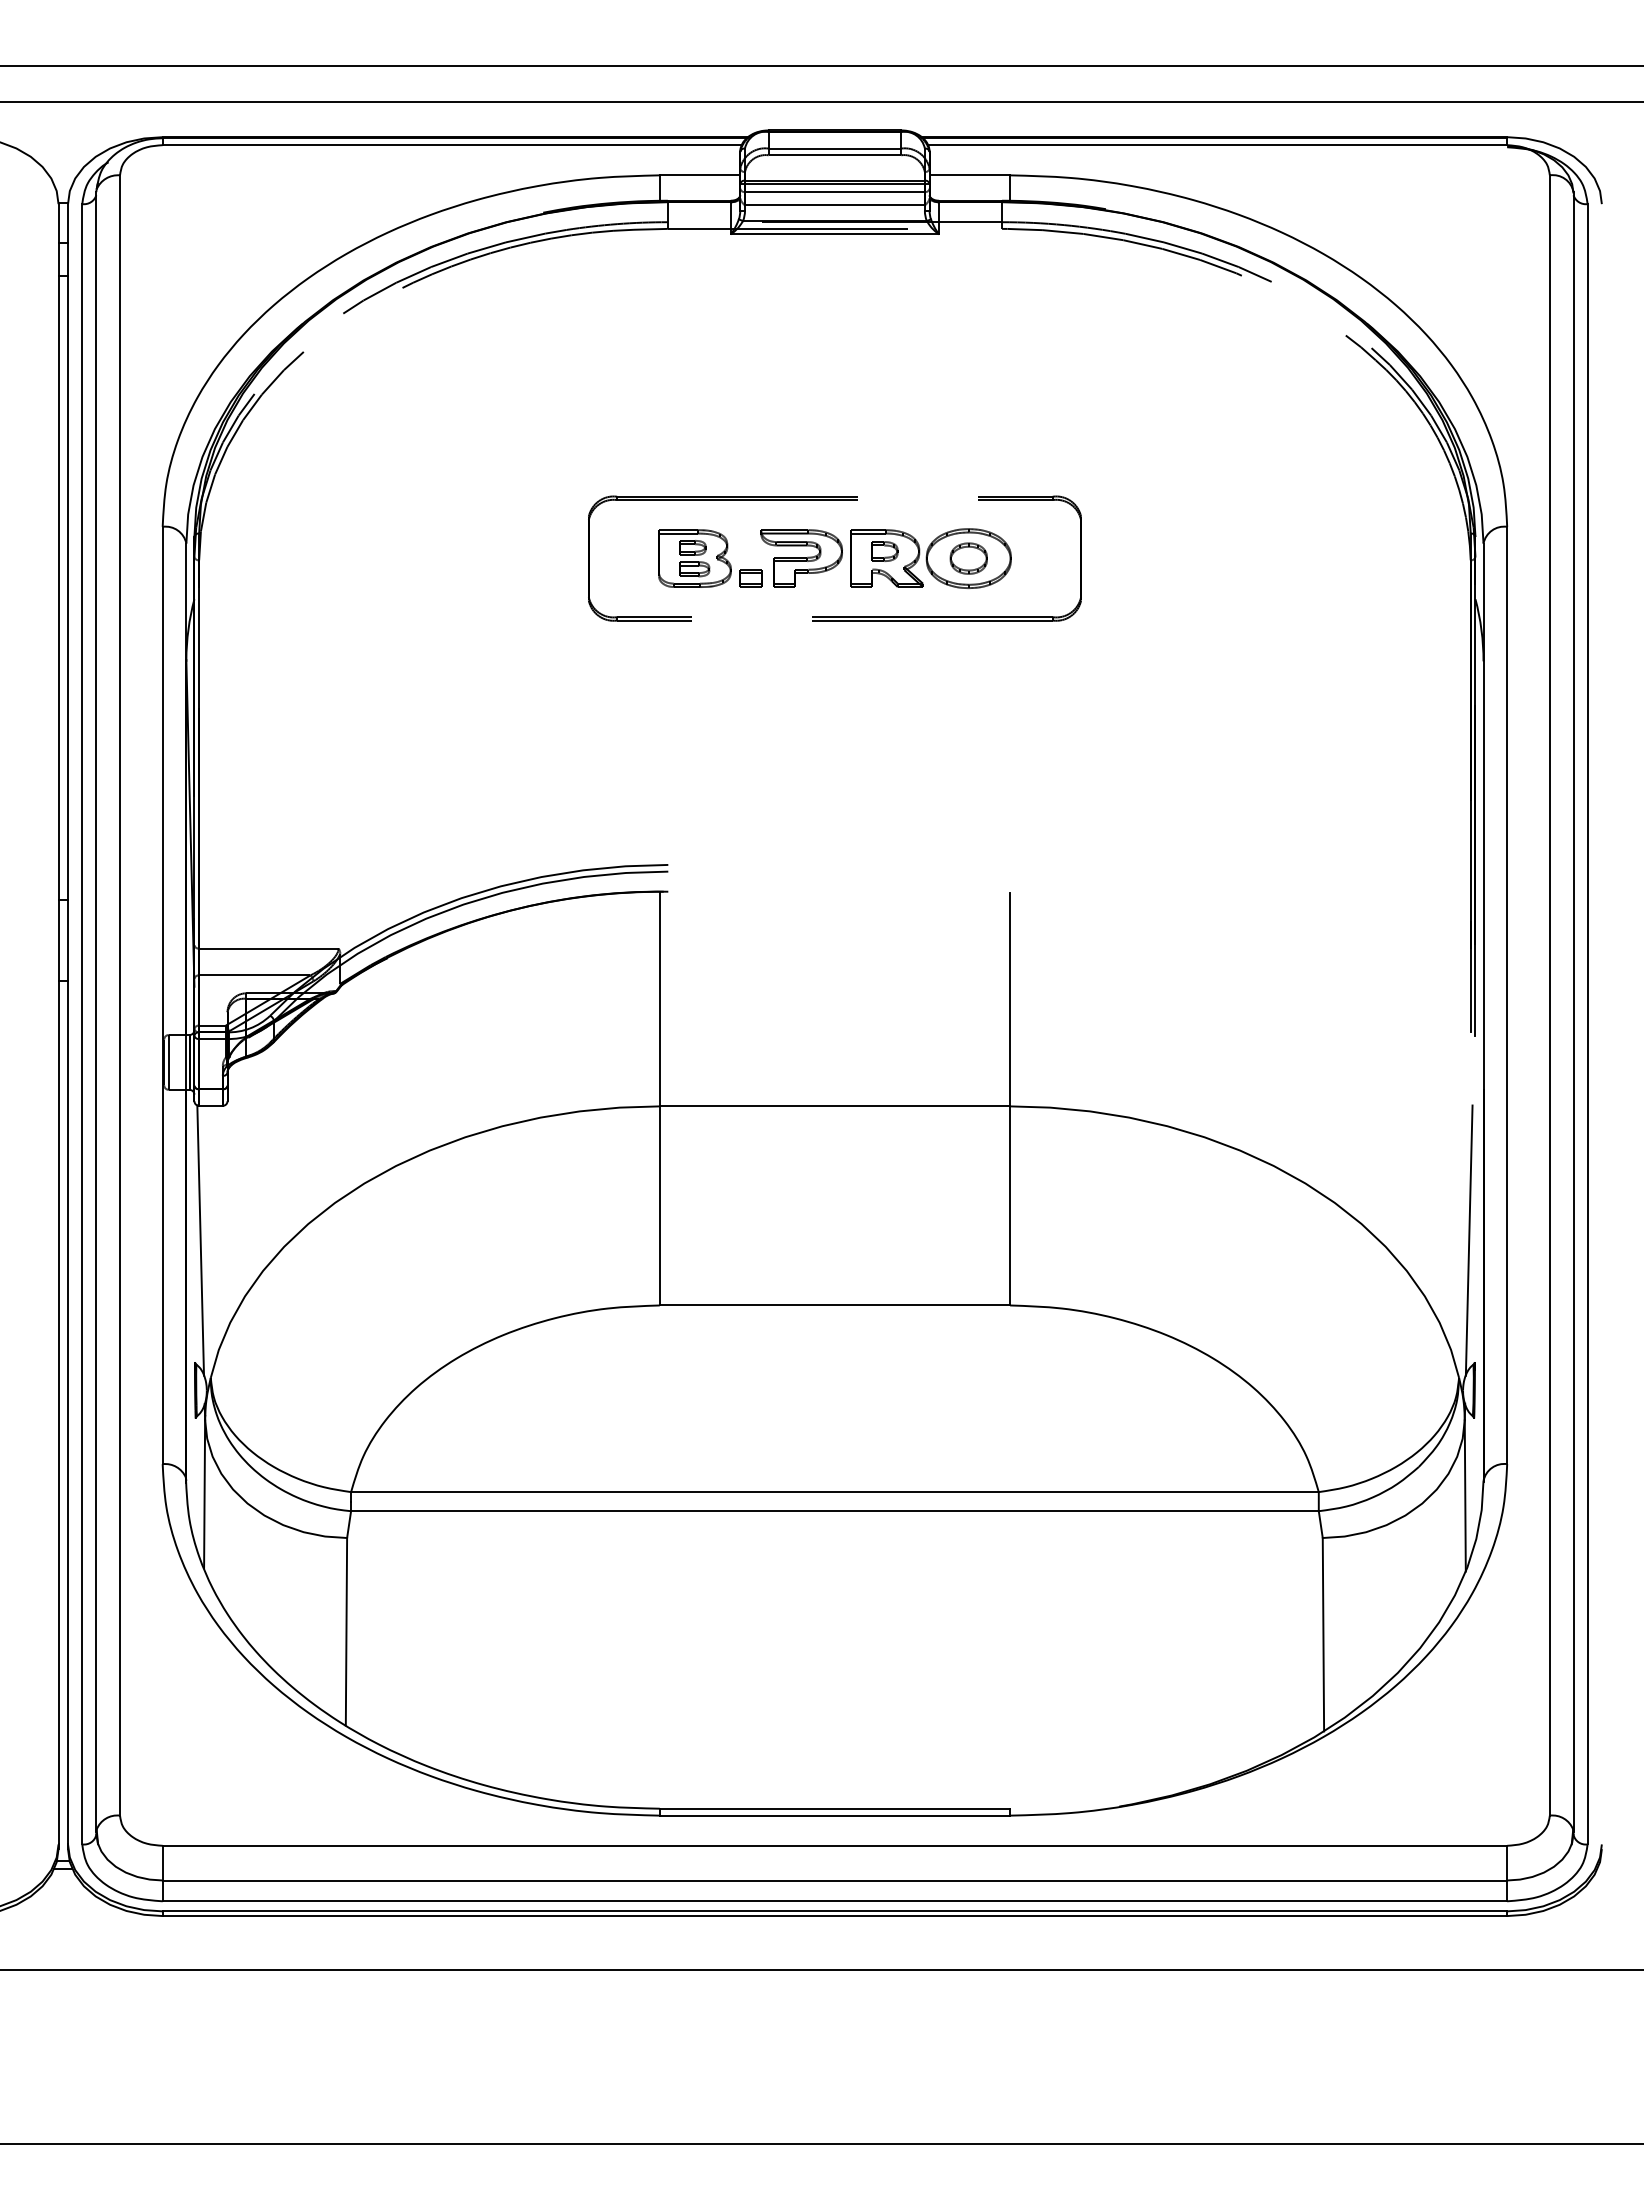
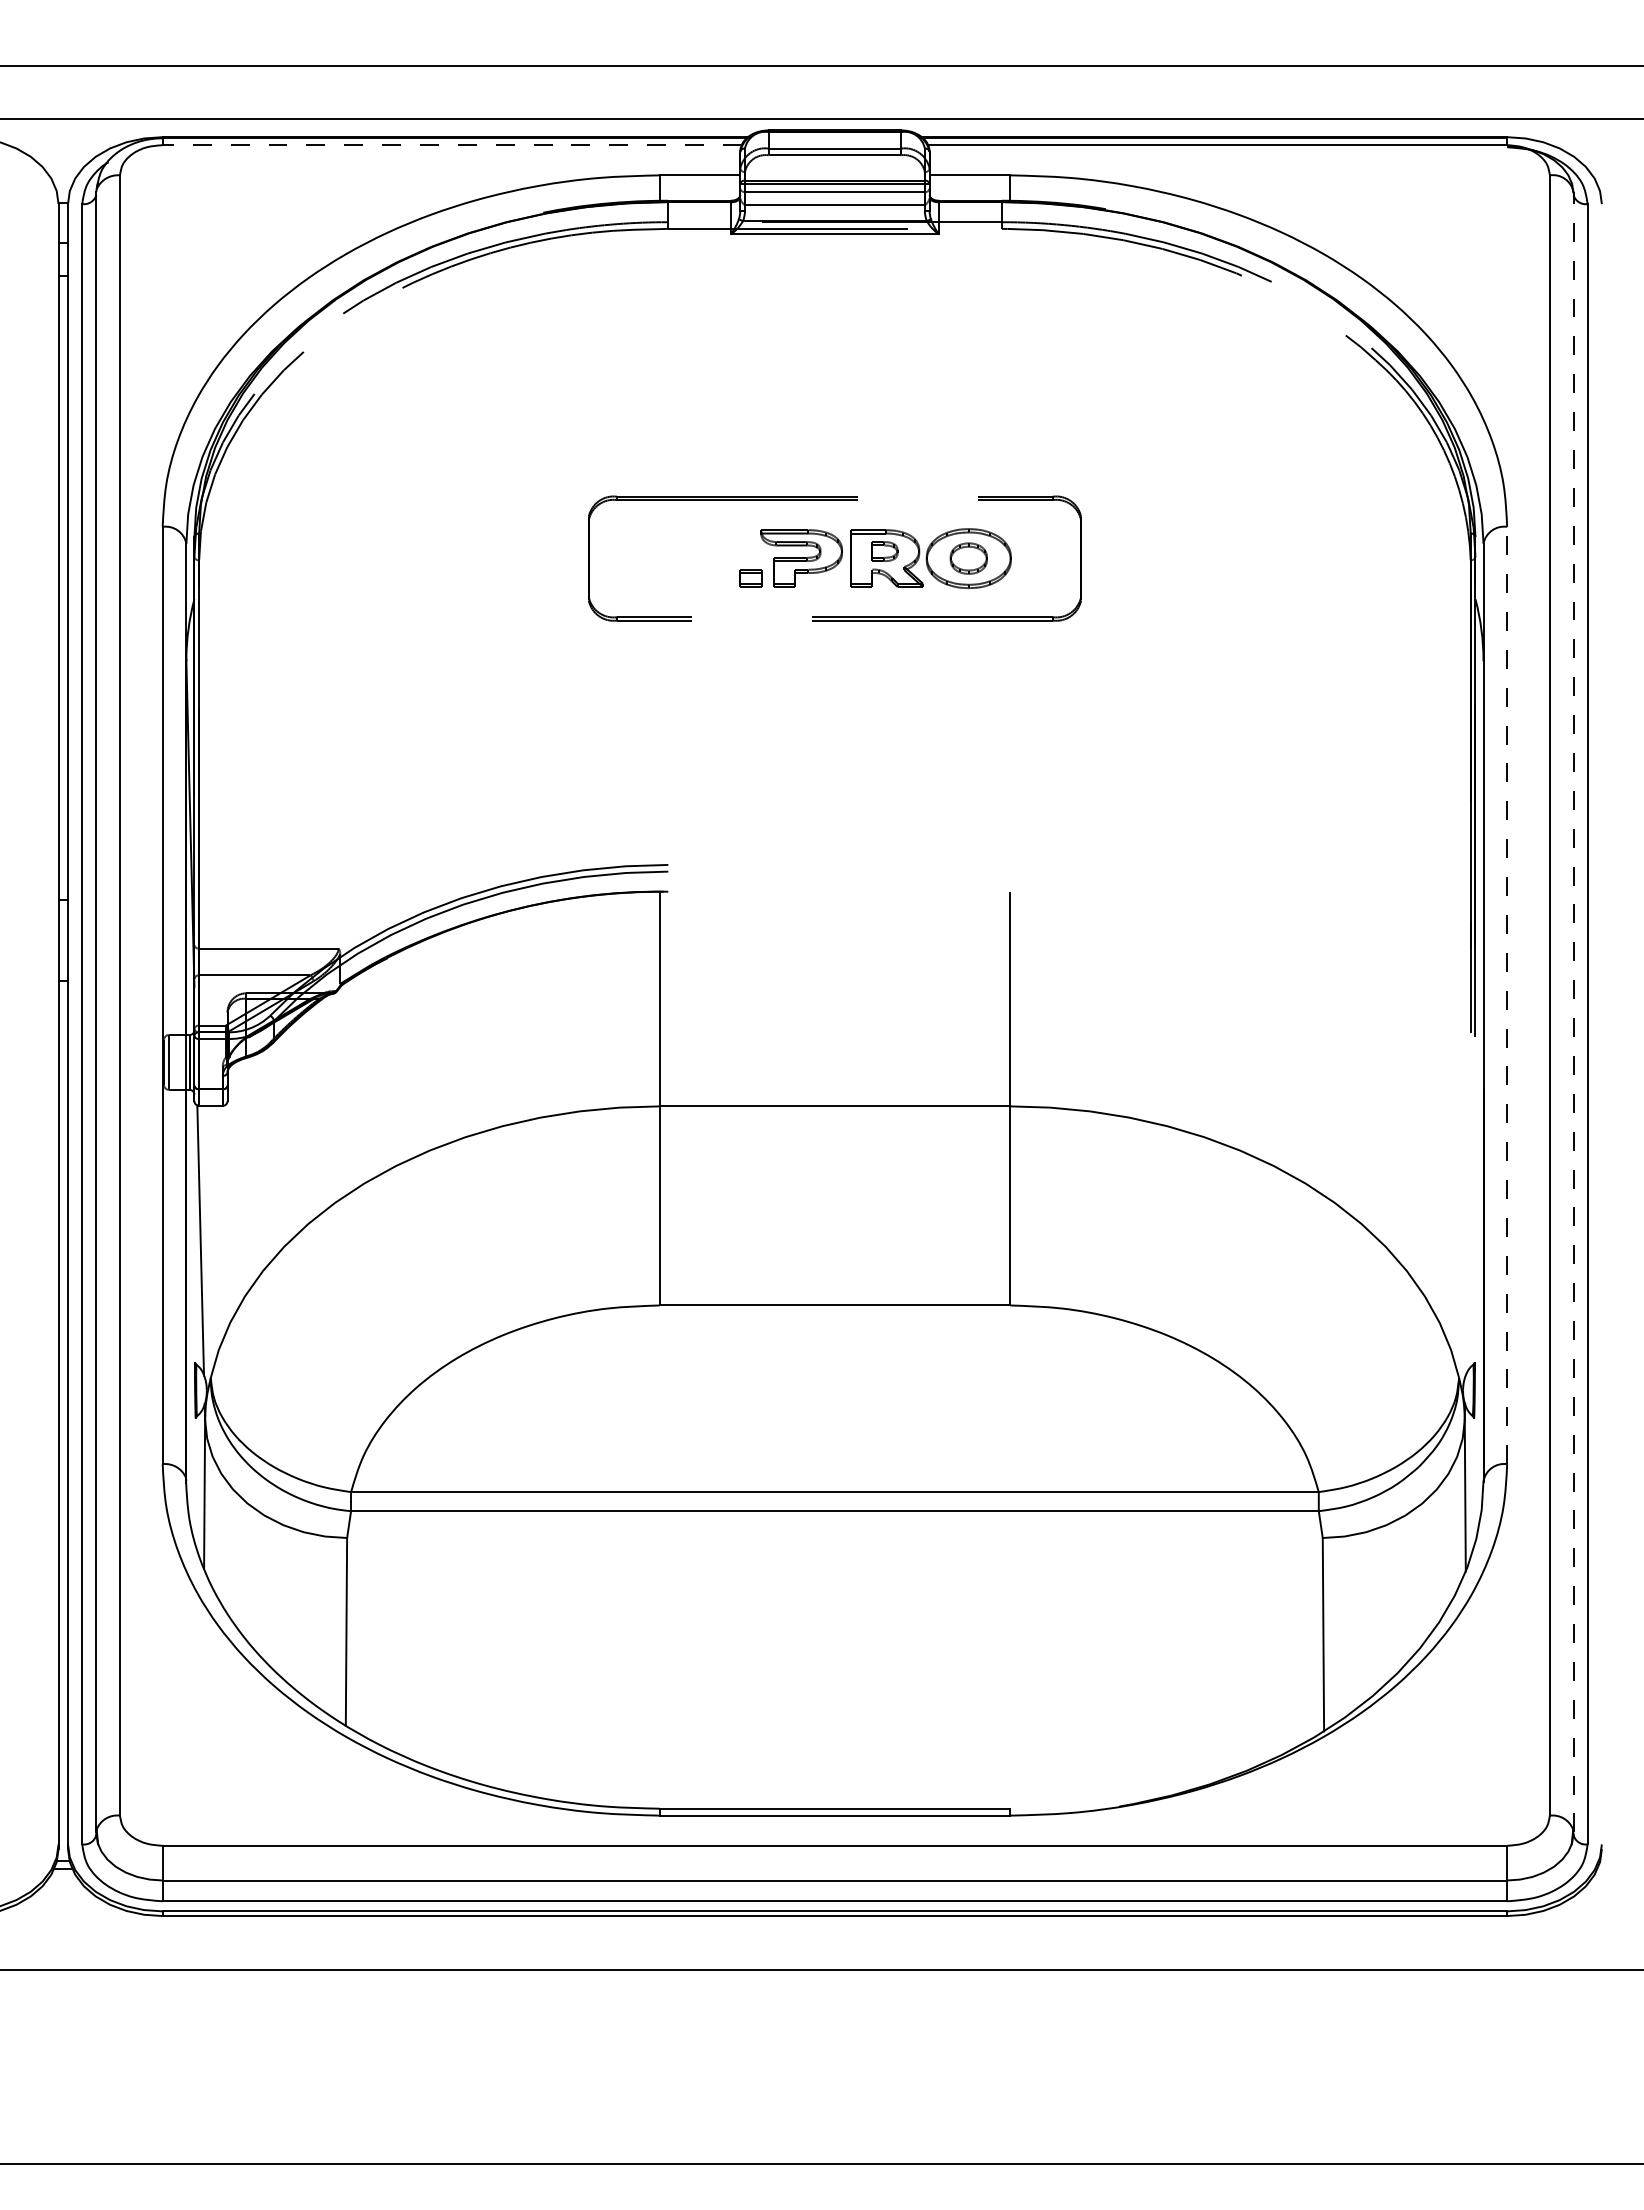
line at (821, 102) position: (821, 102) -> (821, 119)
line at (452, 145): solid -> dashed
part at (694, 558): present -> none
line at (1507, 995): solid -> dashed
line at (1573, 1011): solid -> dashed
line at (1468, 1240): present -> none
line at (821, 2143) position: (821, 2143) -> (821, 2163)
